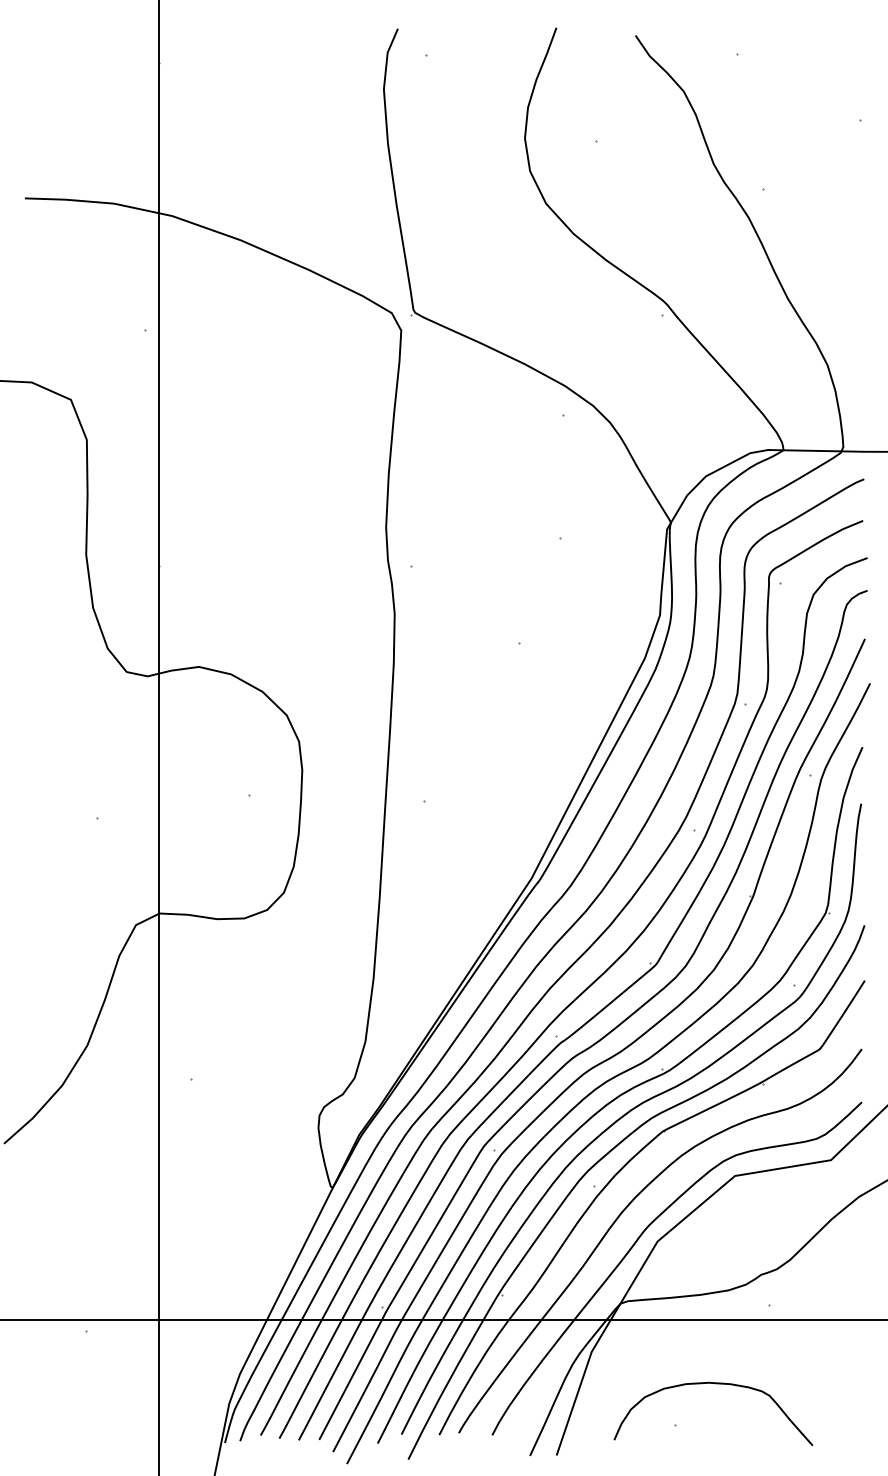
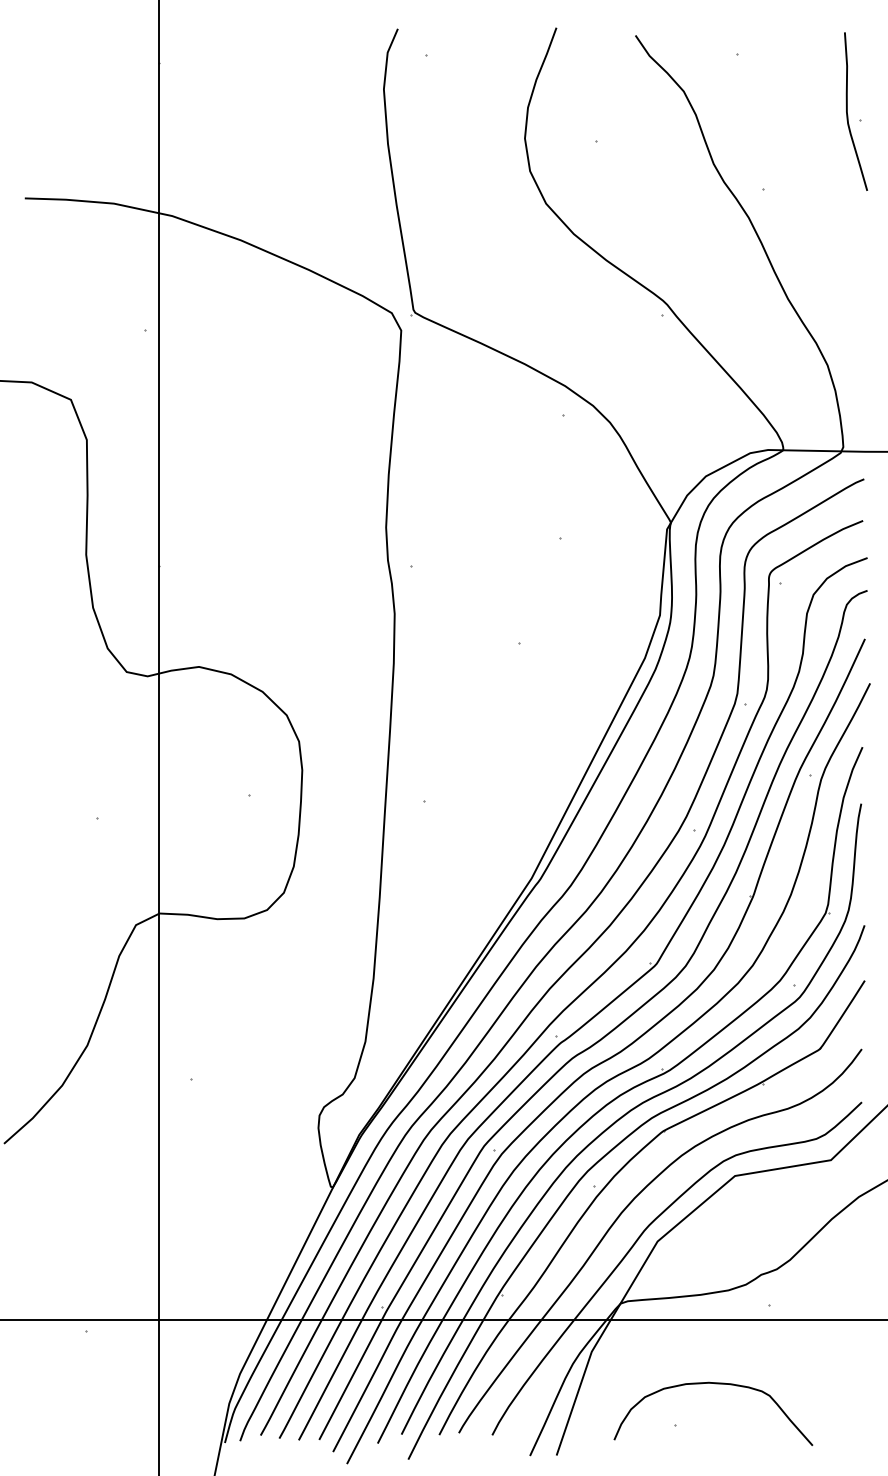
curve at (847, 111): none -> present
